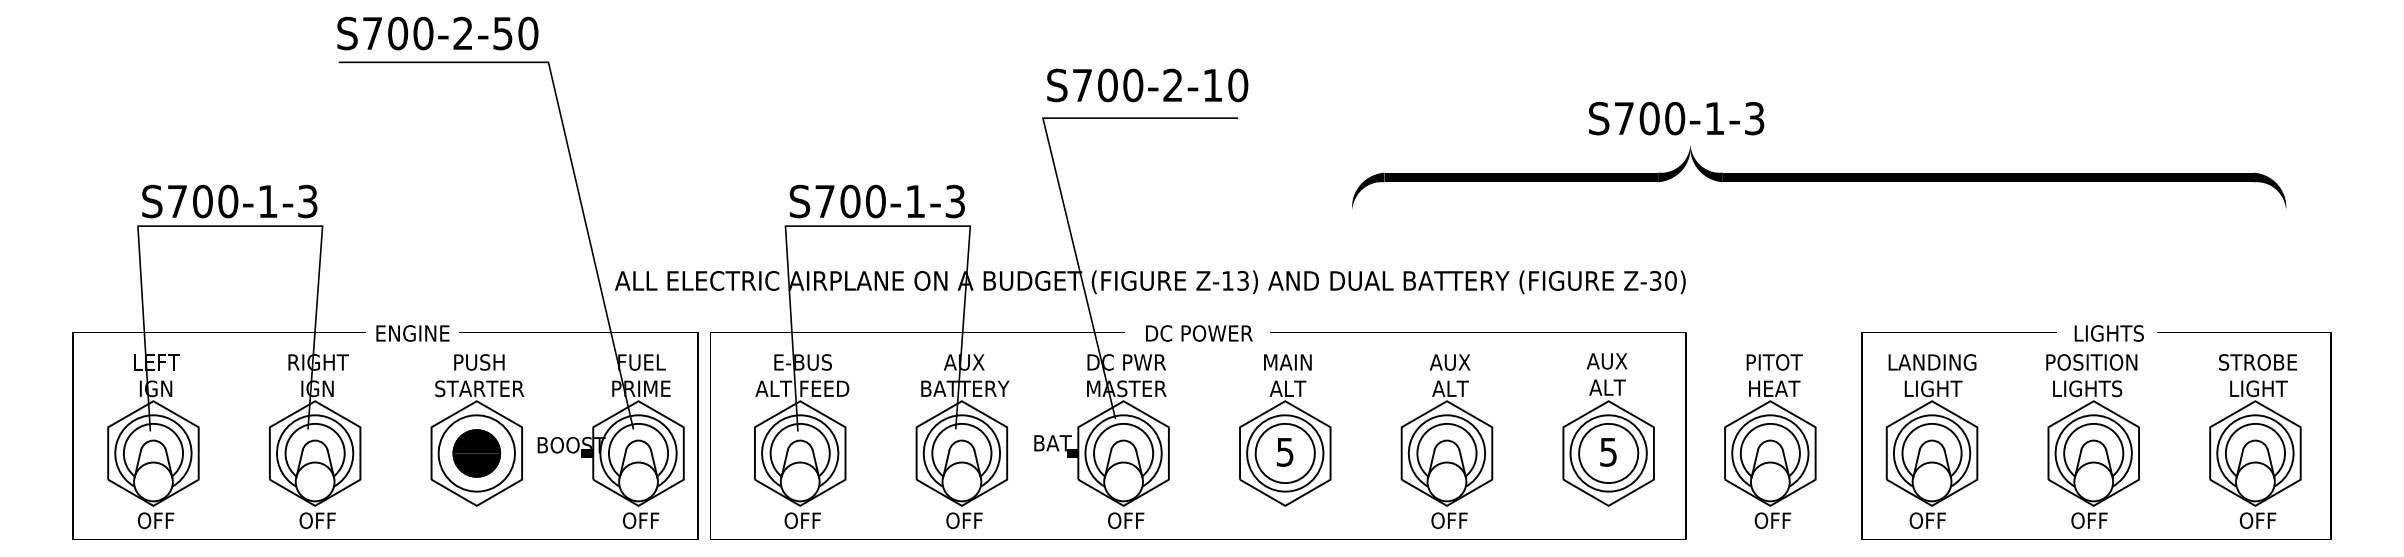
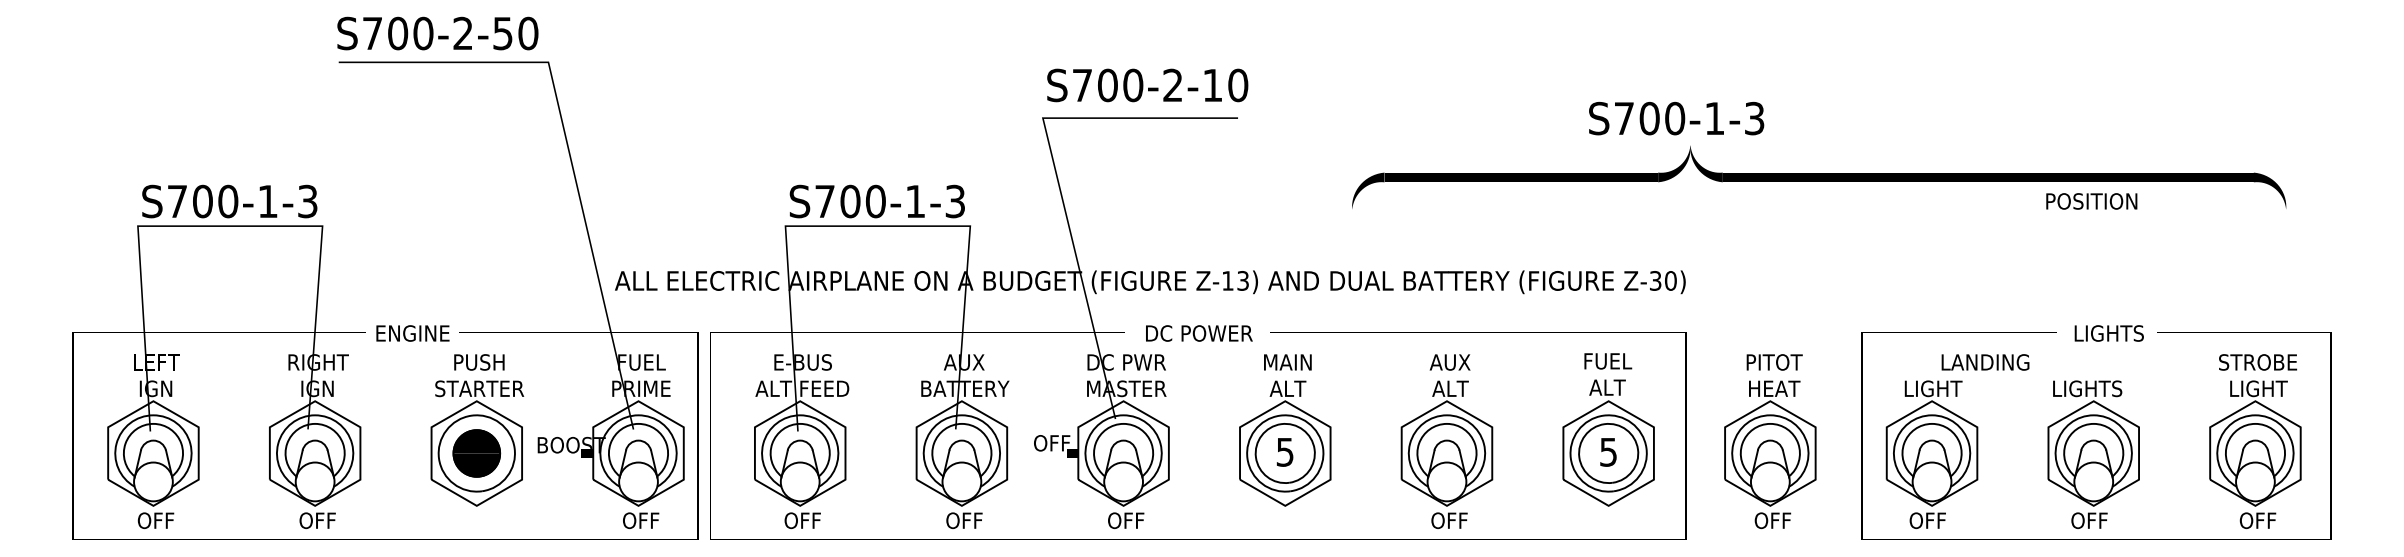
text at (1608, 361): AUX -> FUEL
text at (1932, 362) position: (1932, 362) -> (1985, 362)
text at (2091, 362) position: (2091, 362) -> (2091, 201)
text at (1052, 443): BAT -> OFF
